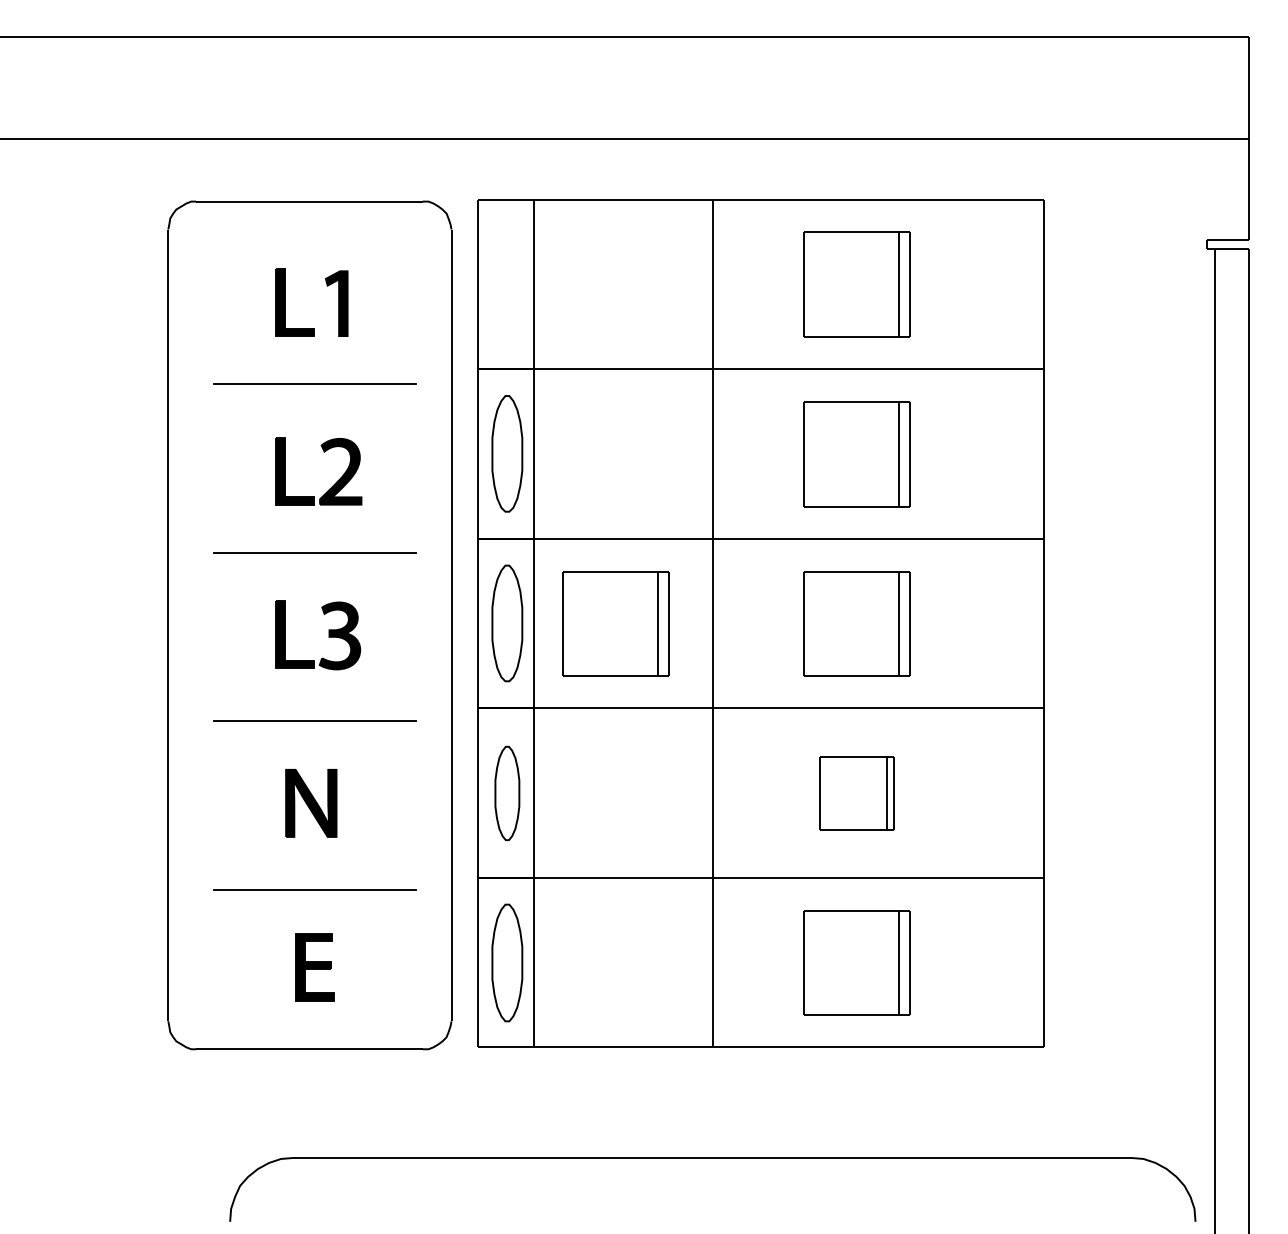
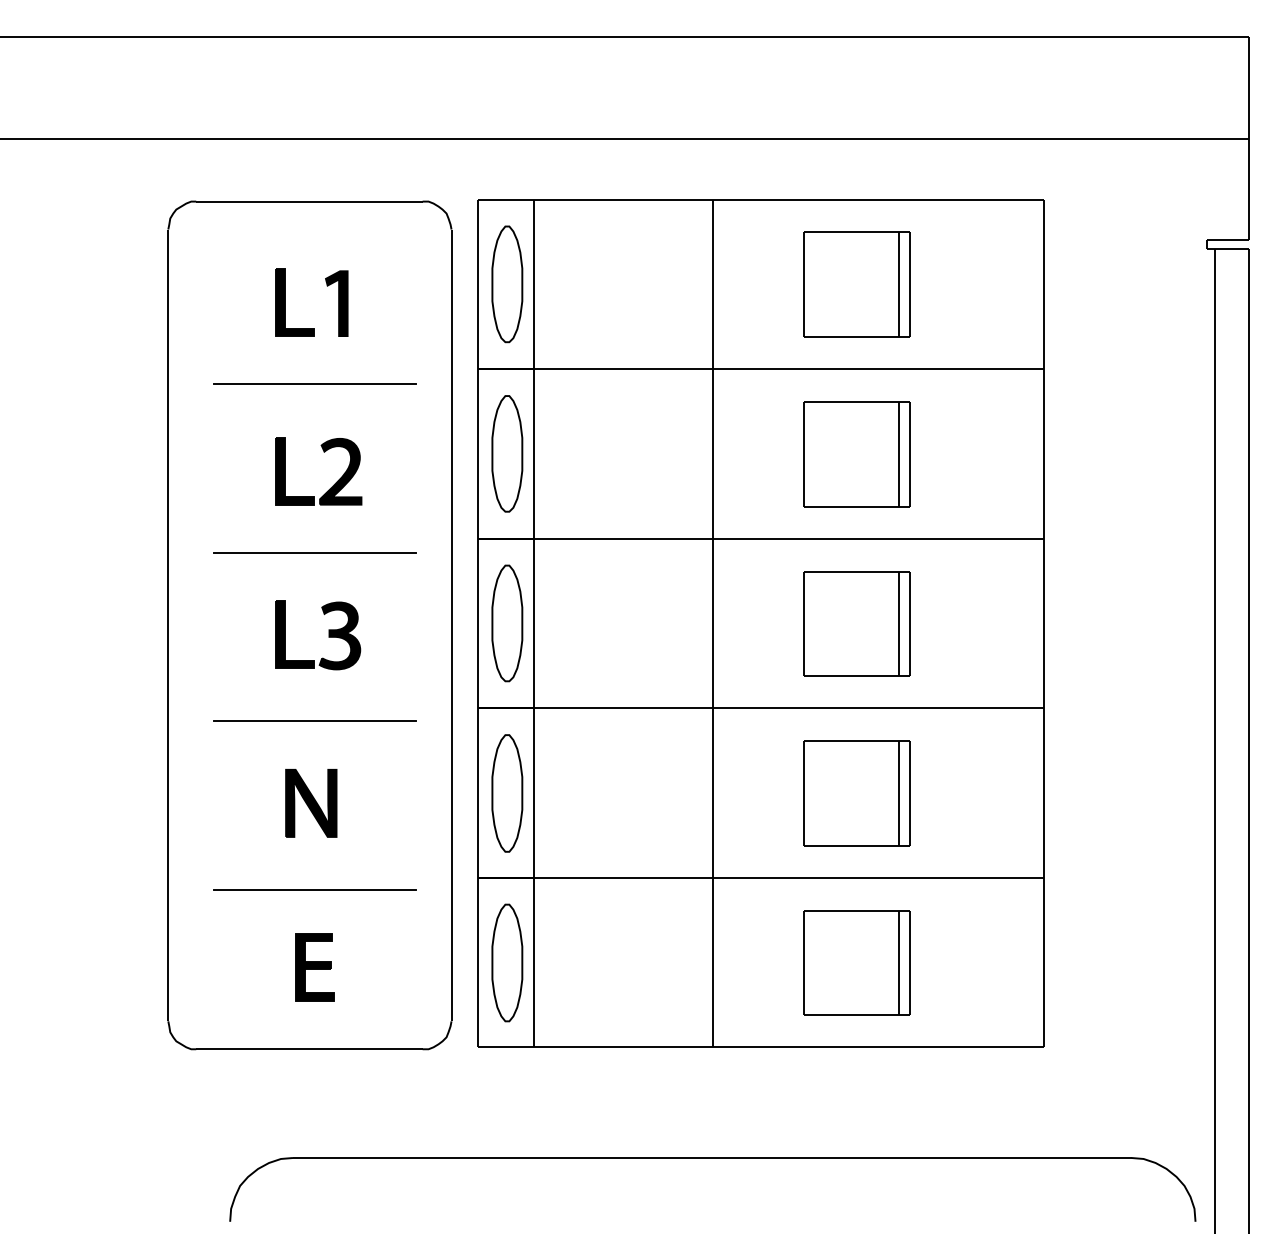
part at (507, 284): none -> present
part at (615, 623): present -> none
part at (507, 792) size: 27x96 px -> 33x119 px
part at (856, 793) size: 76x75 px -> 108x107 px
